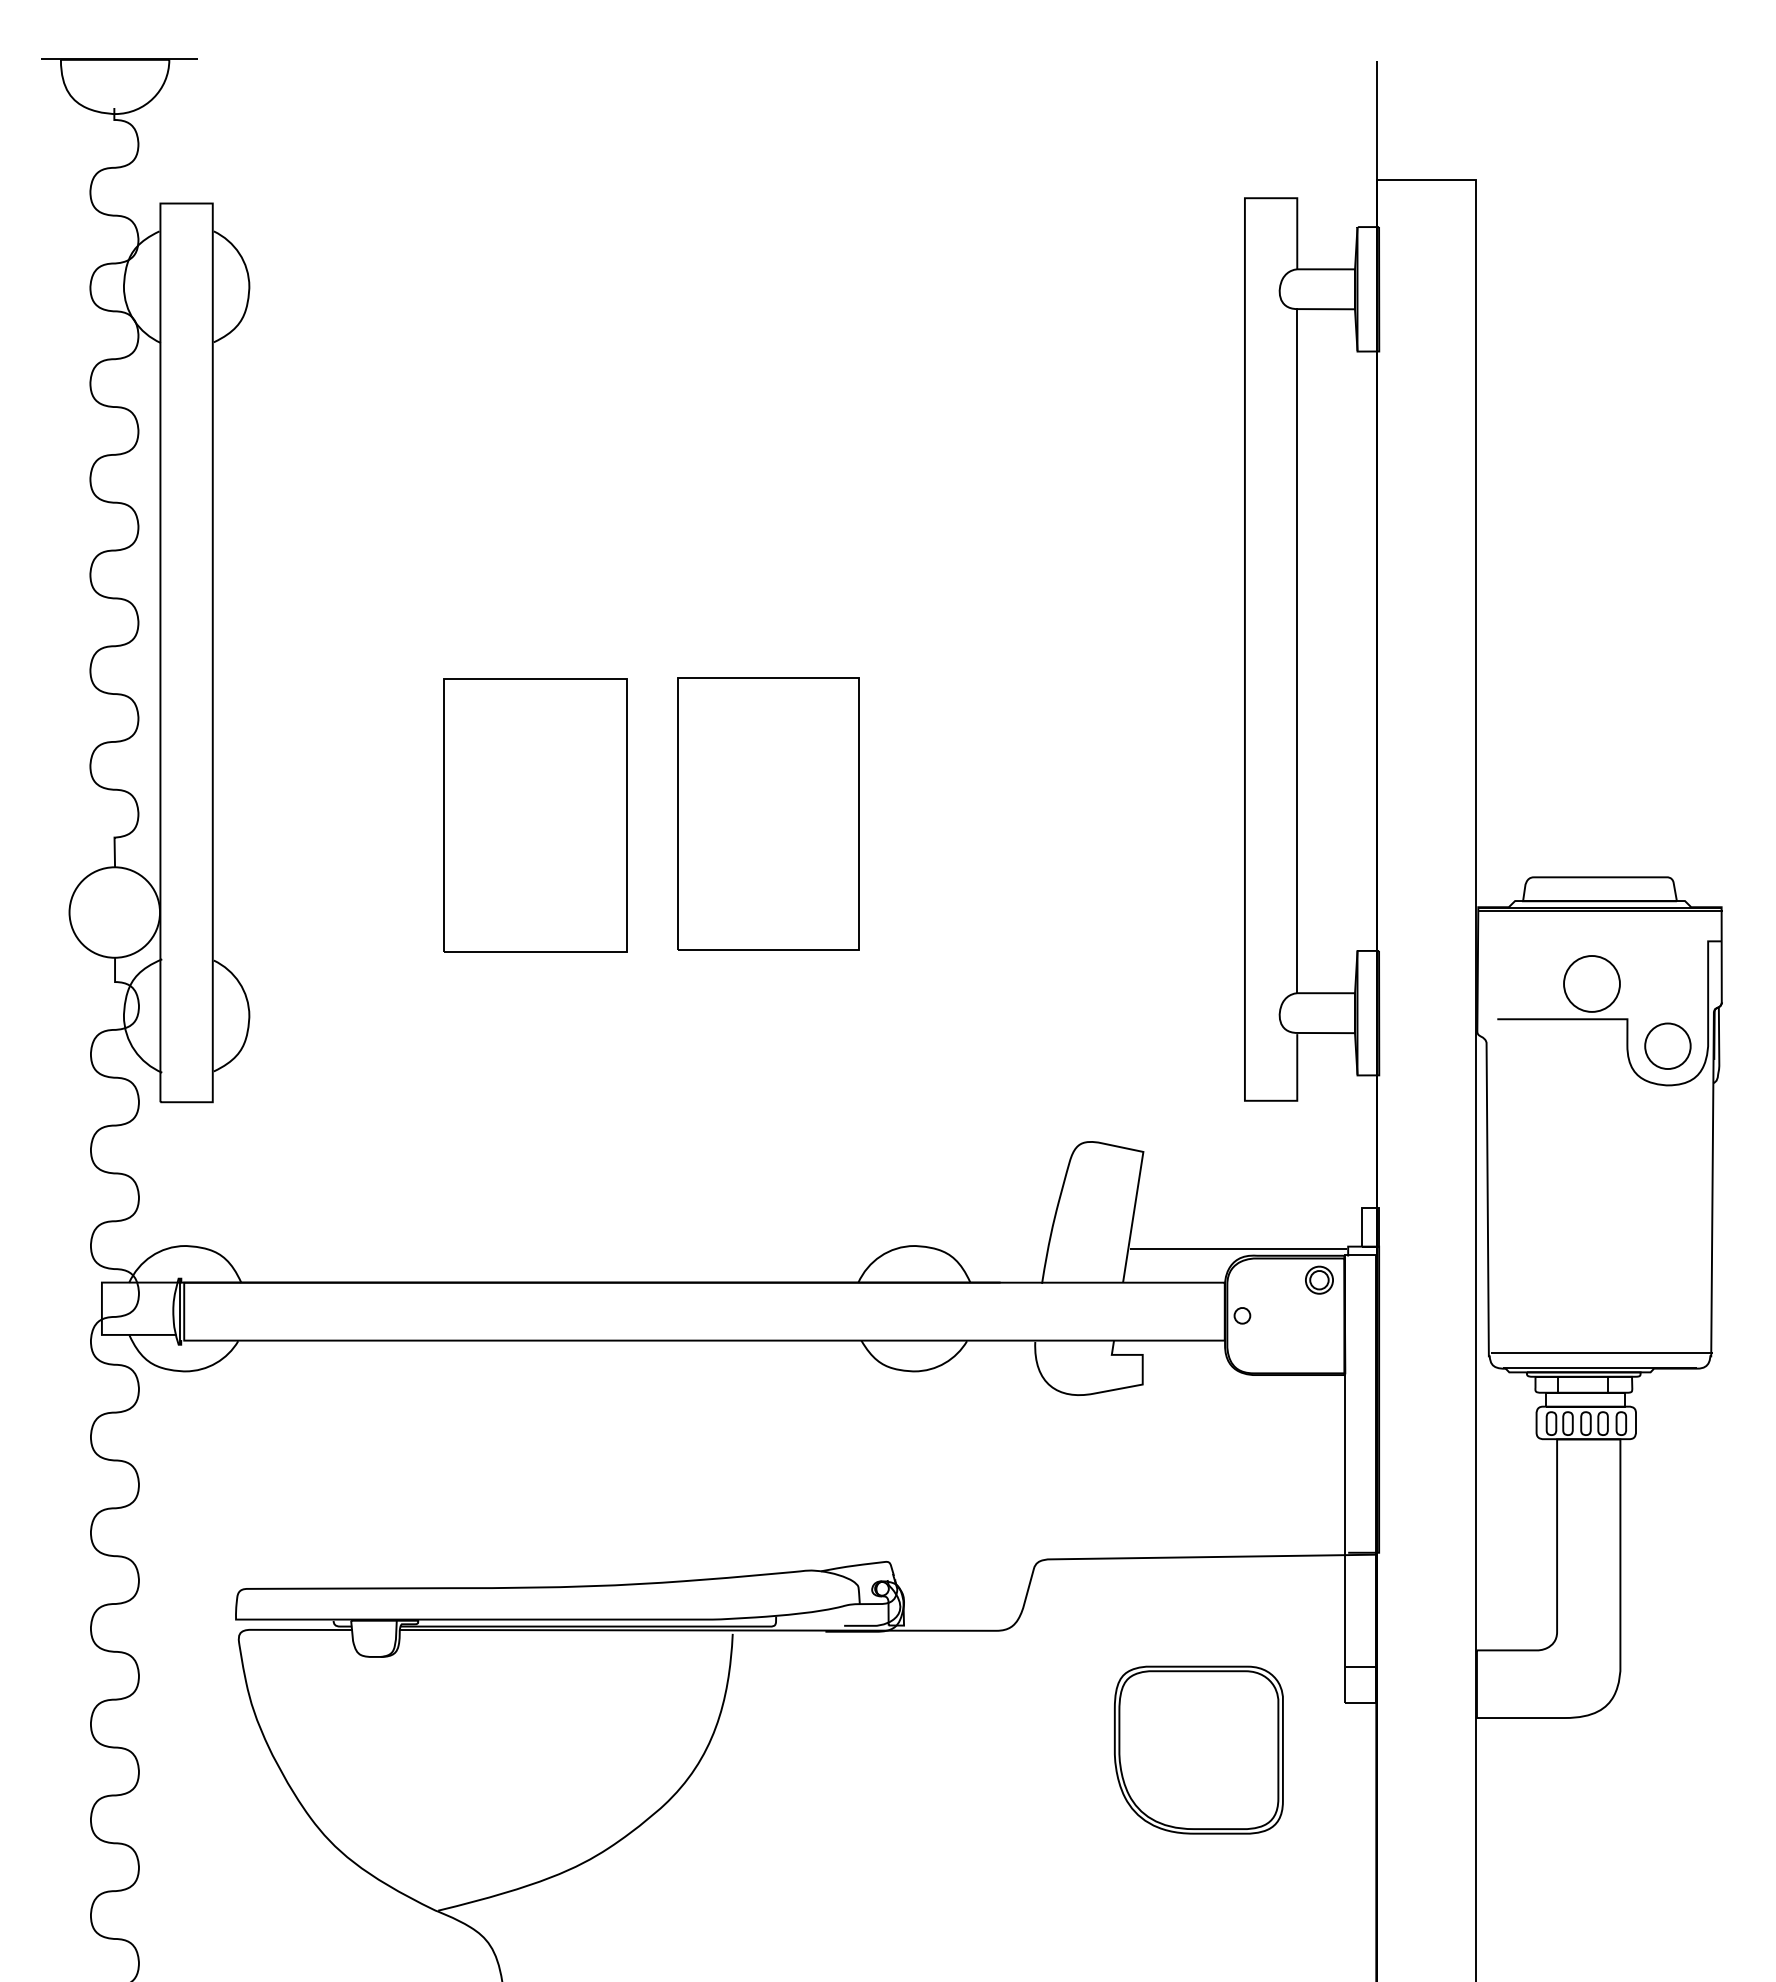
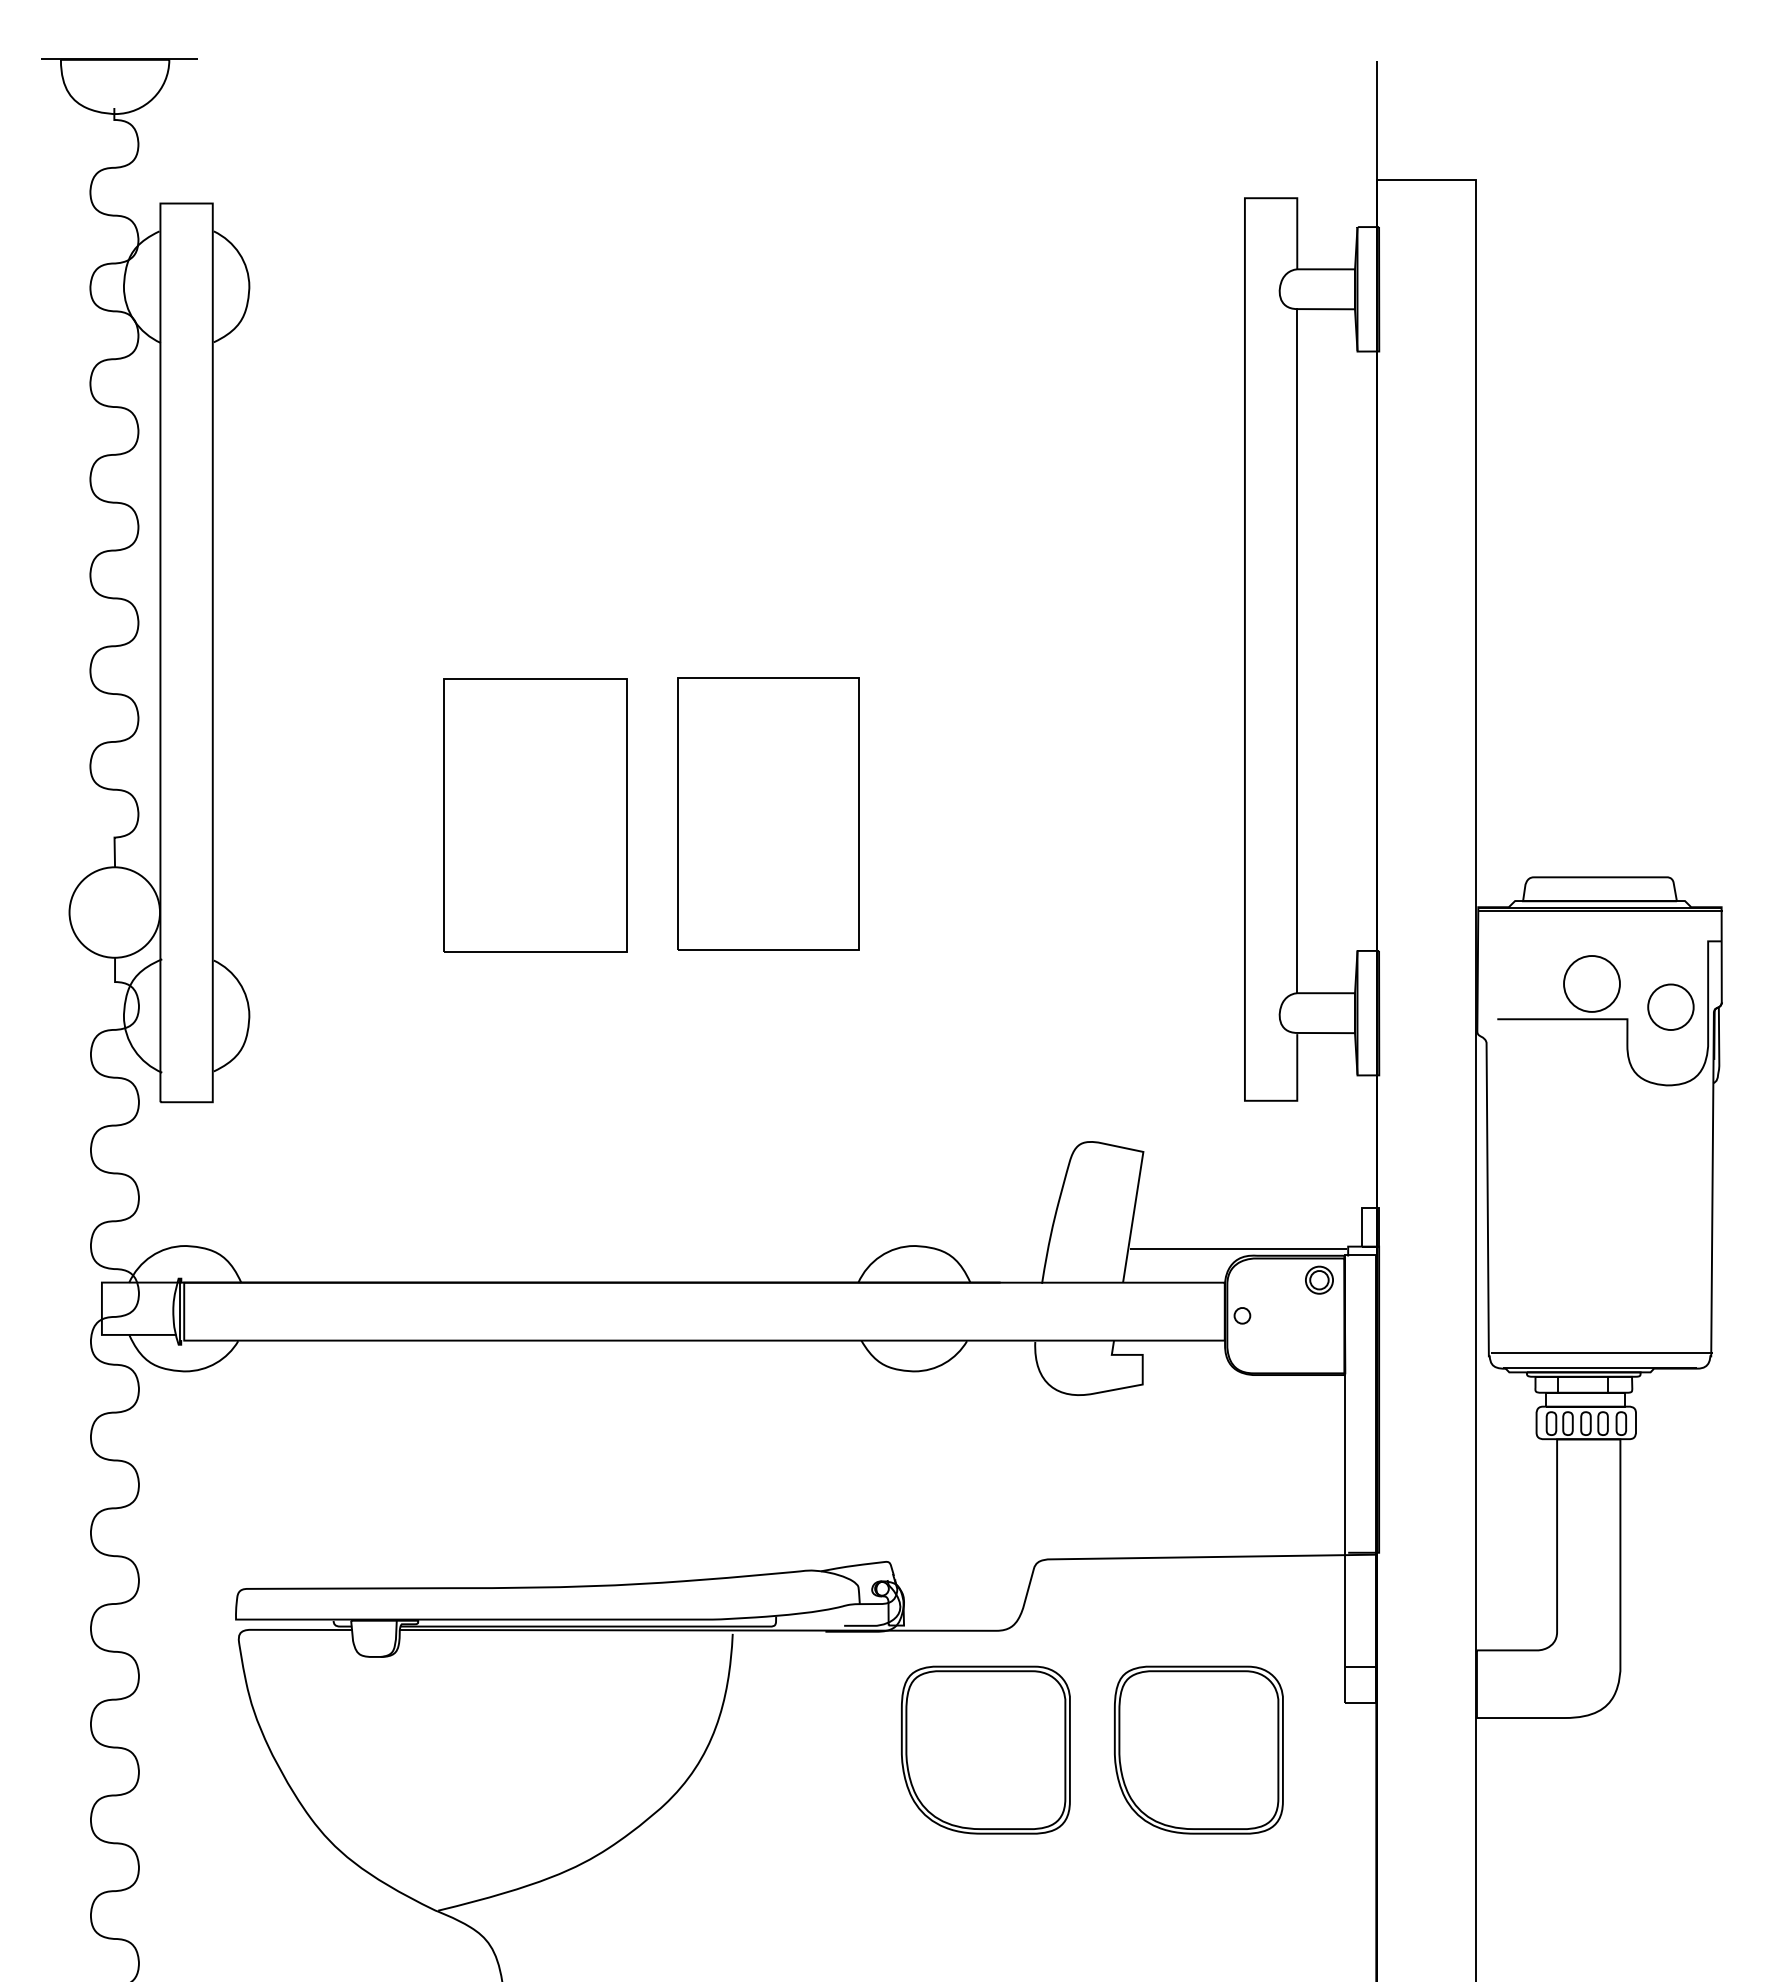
part at (1667, 1045) position: (1667, 1045) -> (1670, 1006)
part at (985, 1749): none -> present
